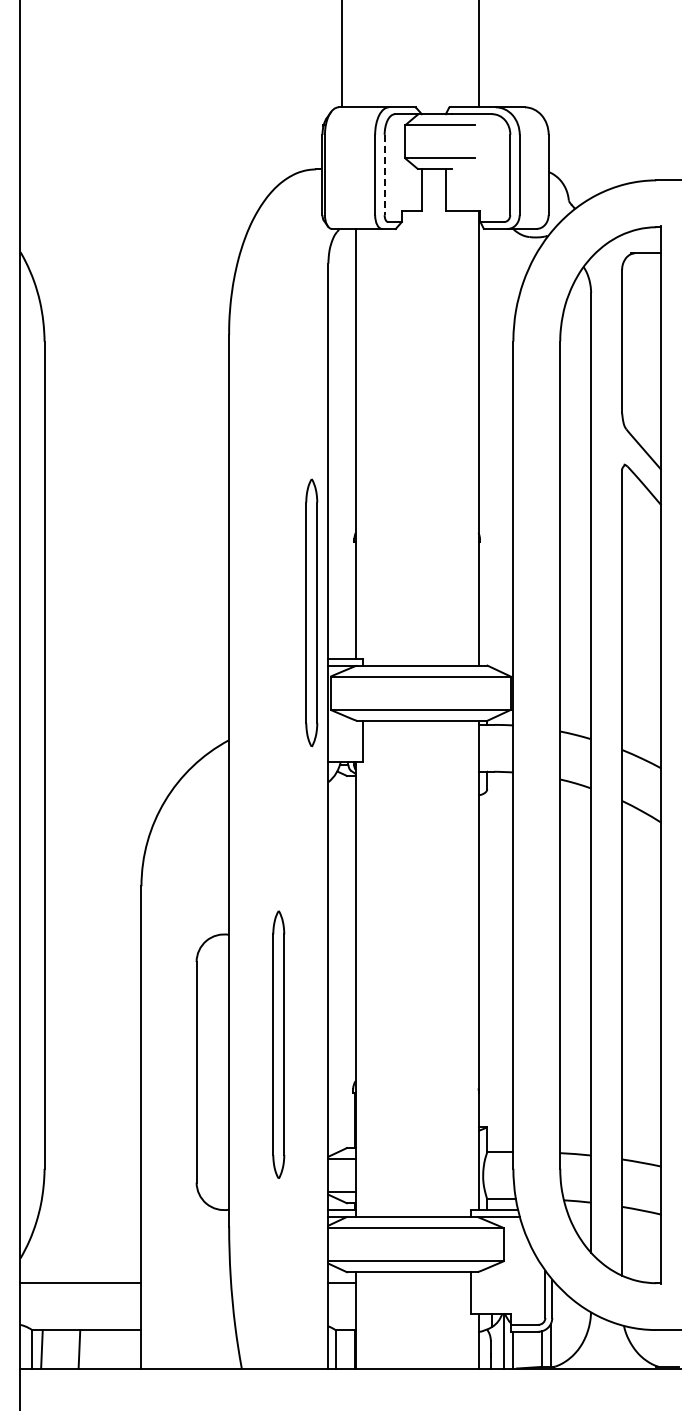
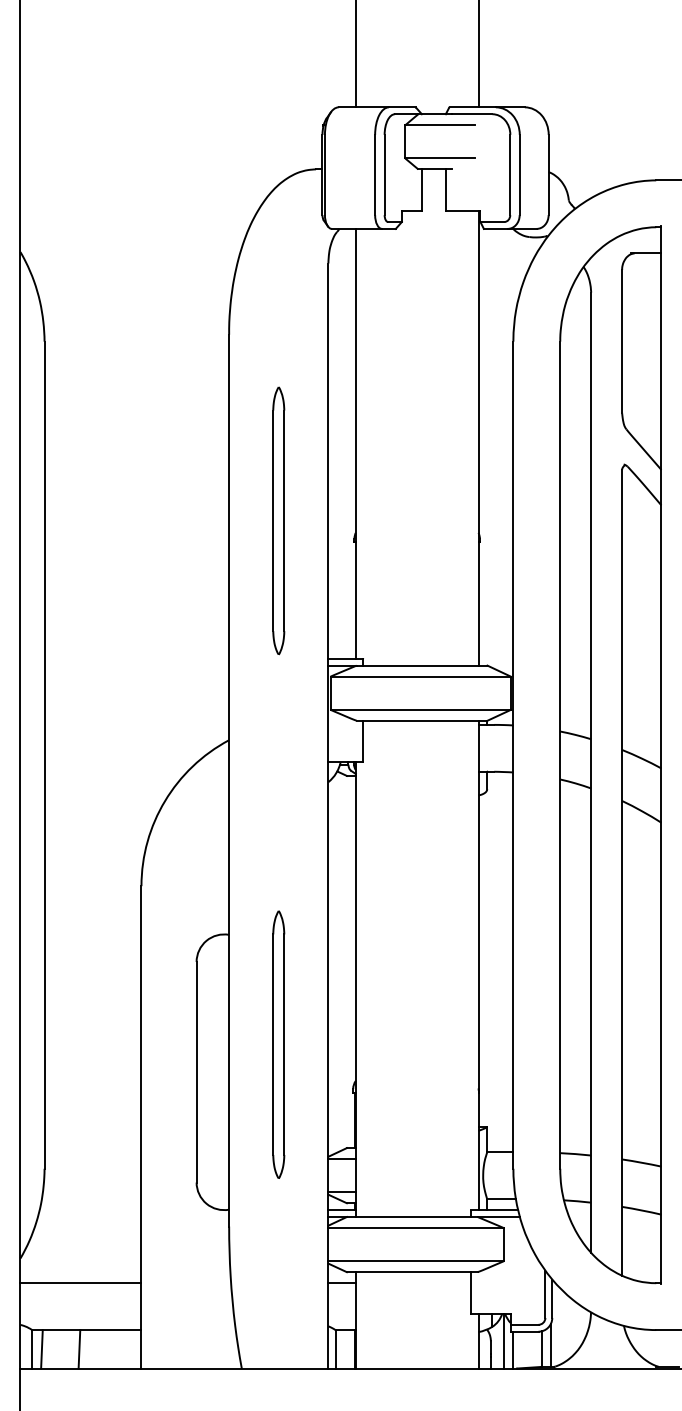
line at (341, 54) position: (341, 54) -> (355, 54)
line at (384, 175): dashed -> solid
part at (311, 612) position: (311, 612) -> (278, 520)
